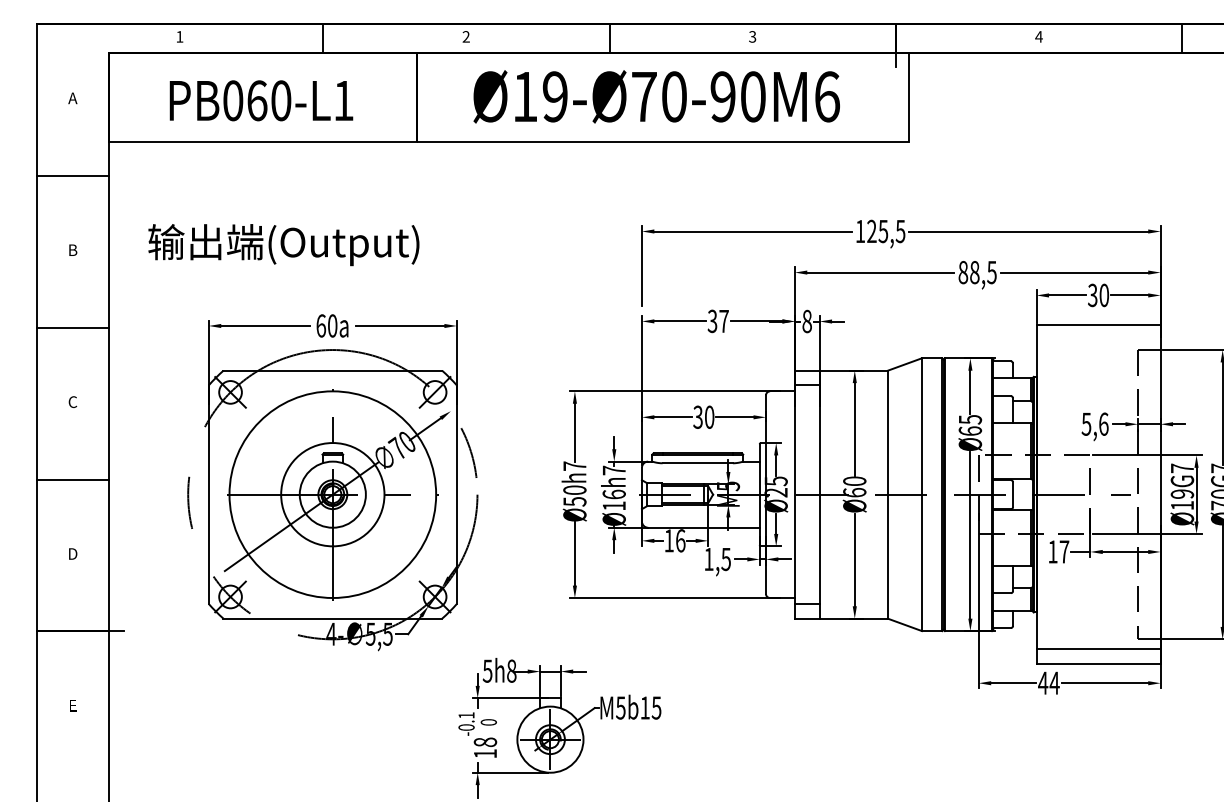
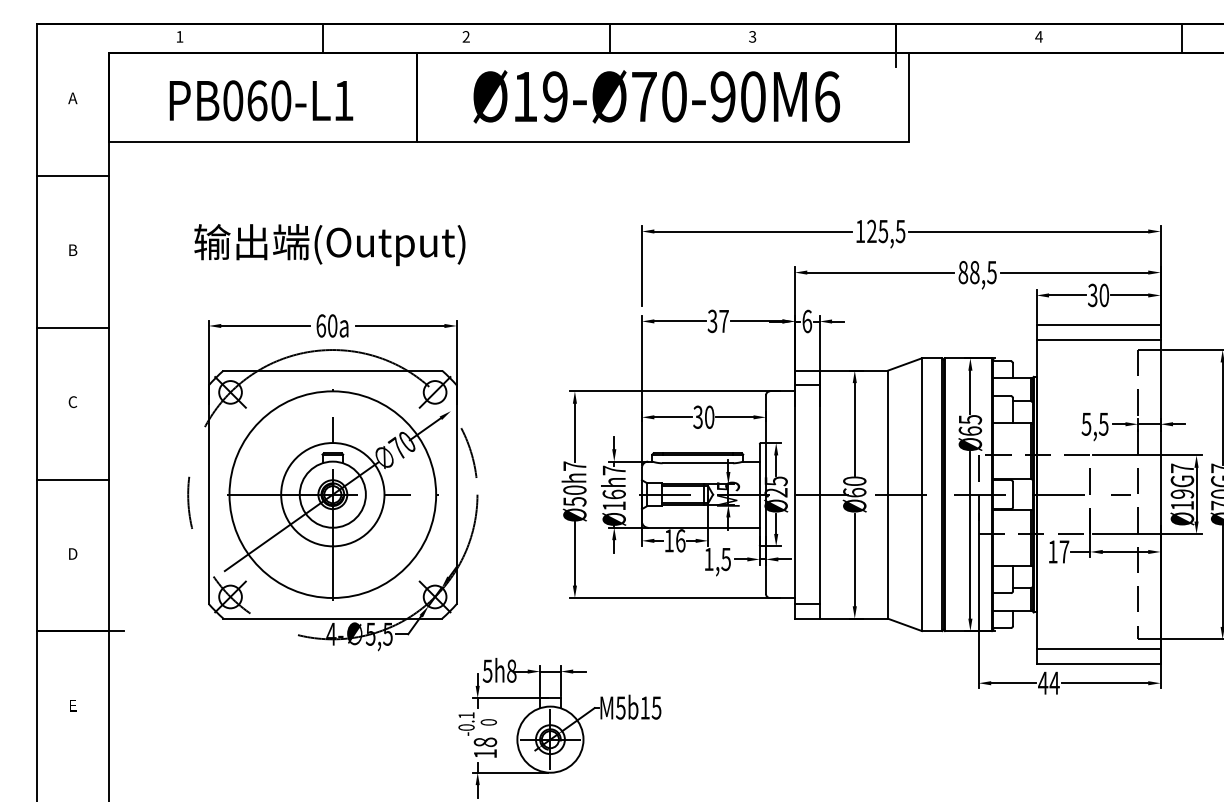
text at (283, 245) position: (283, 245) -> (329, 245)
text at (807, 321): 8 -> 6
line at (1098, 339): none -> present
text at (1103, 423): 5,6 -> 5,5
